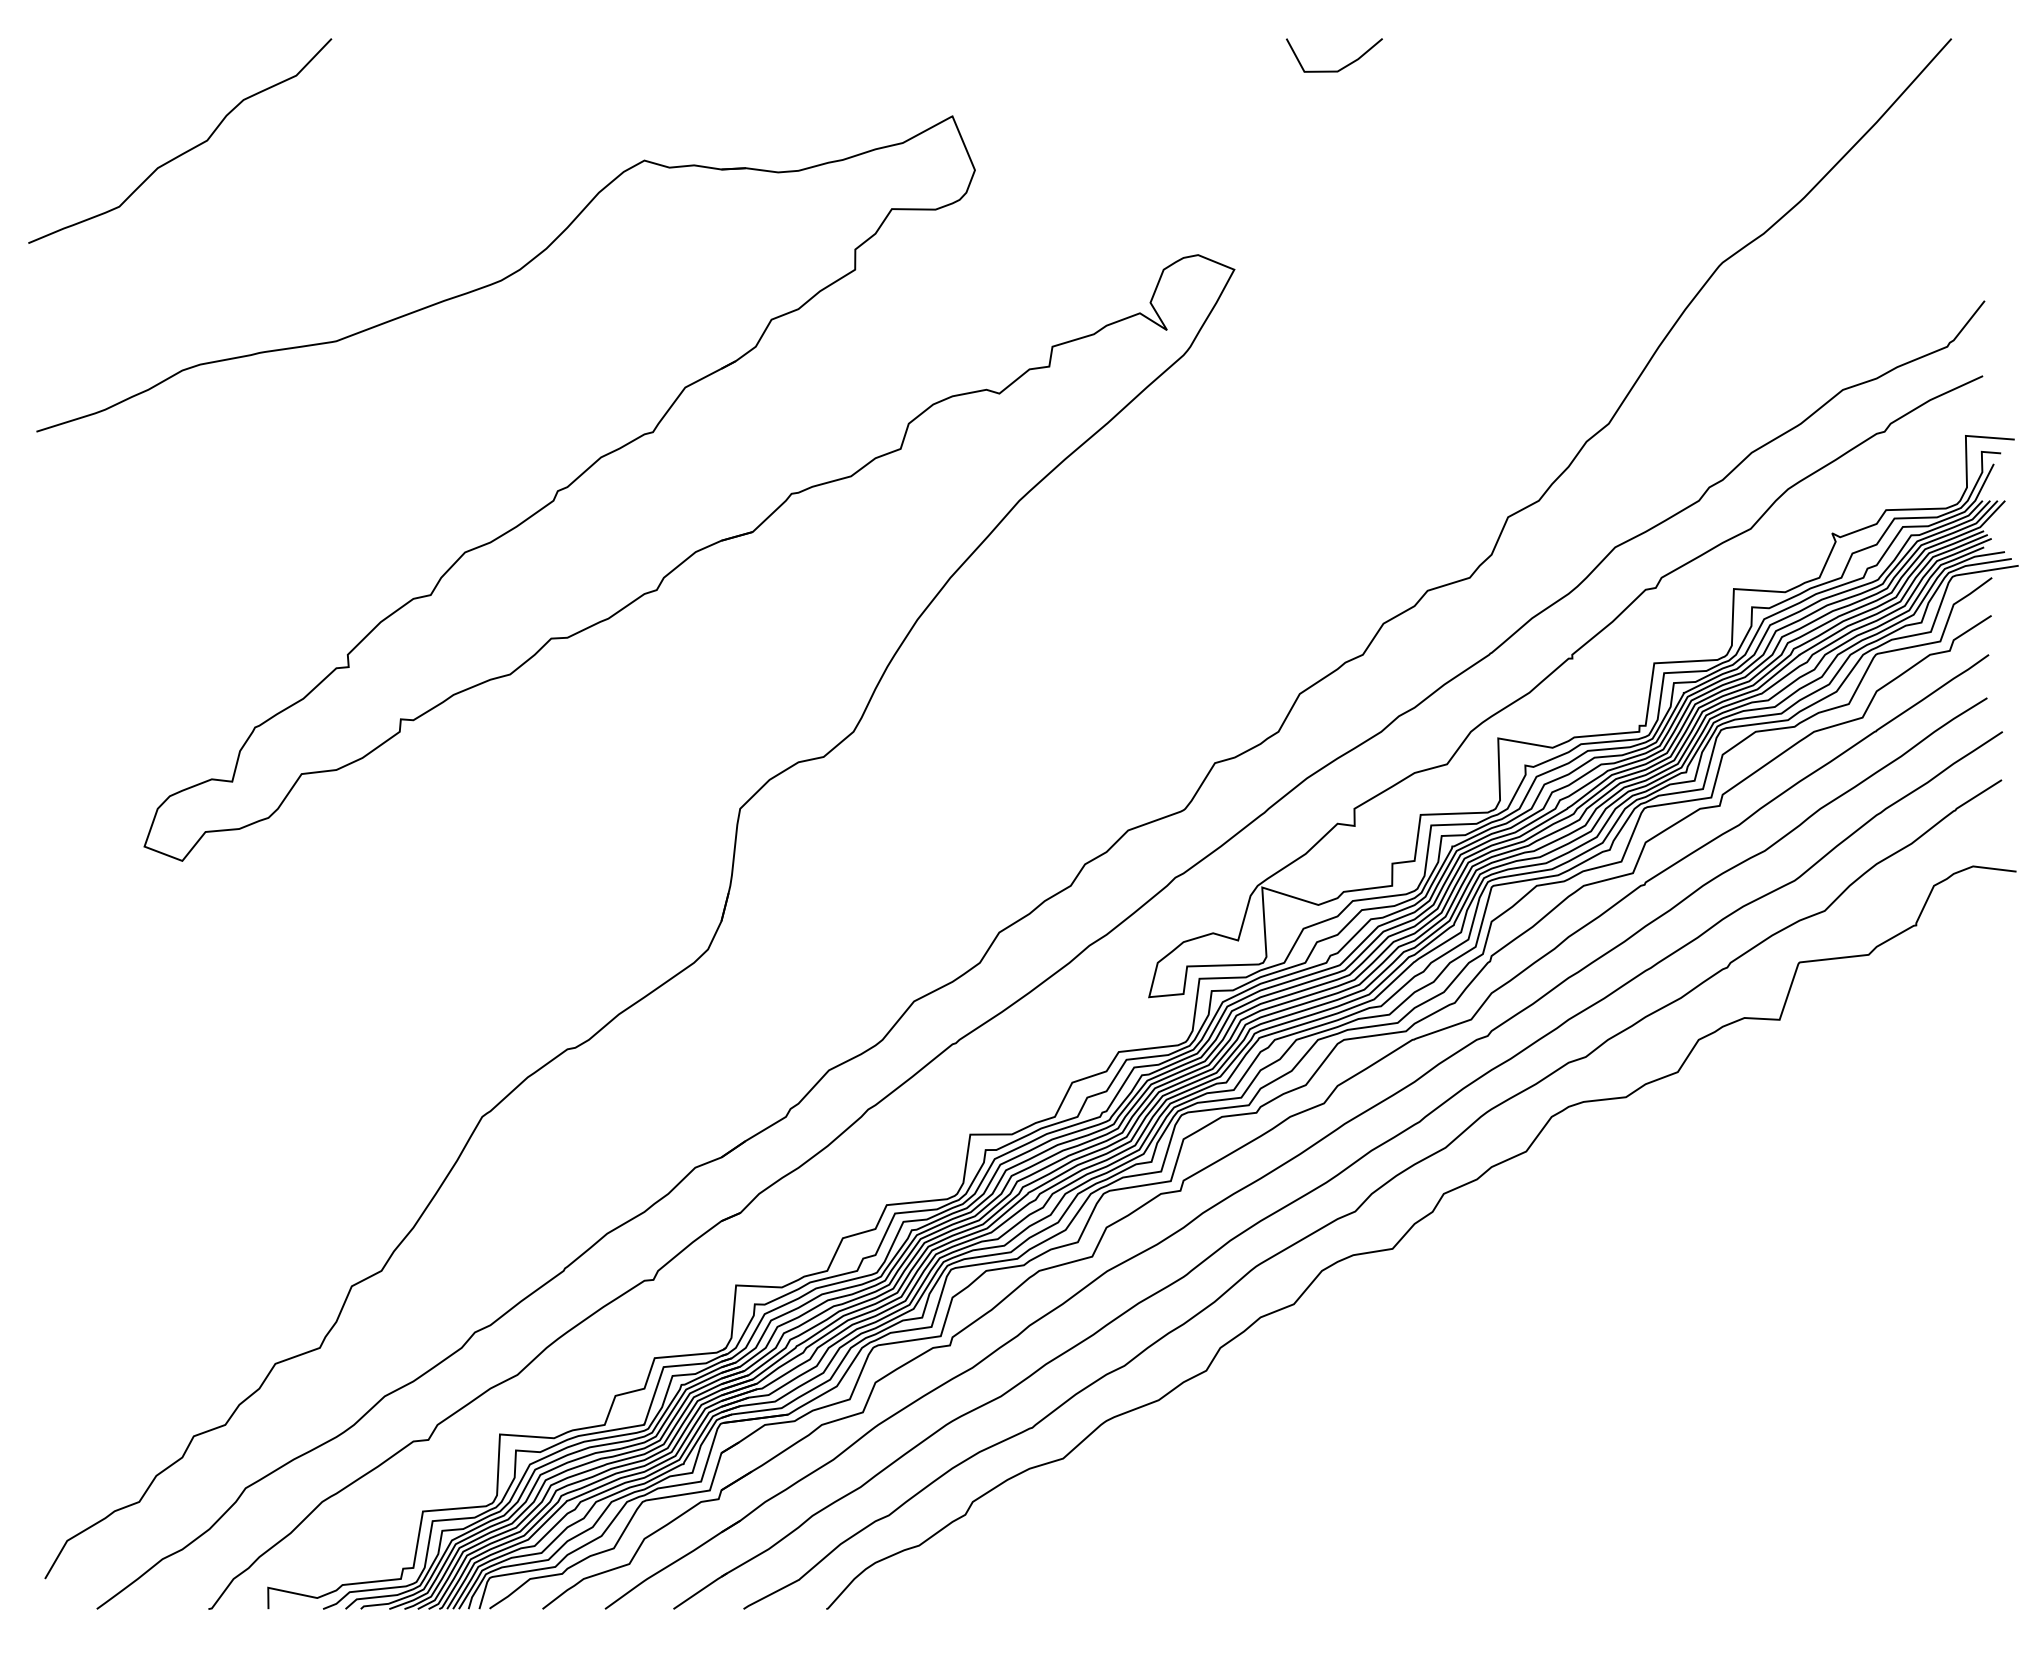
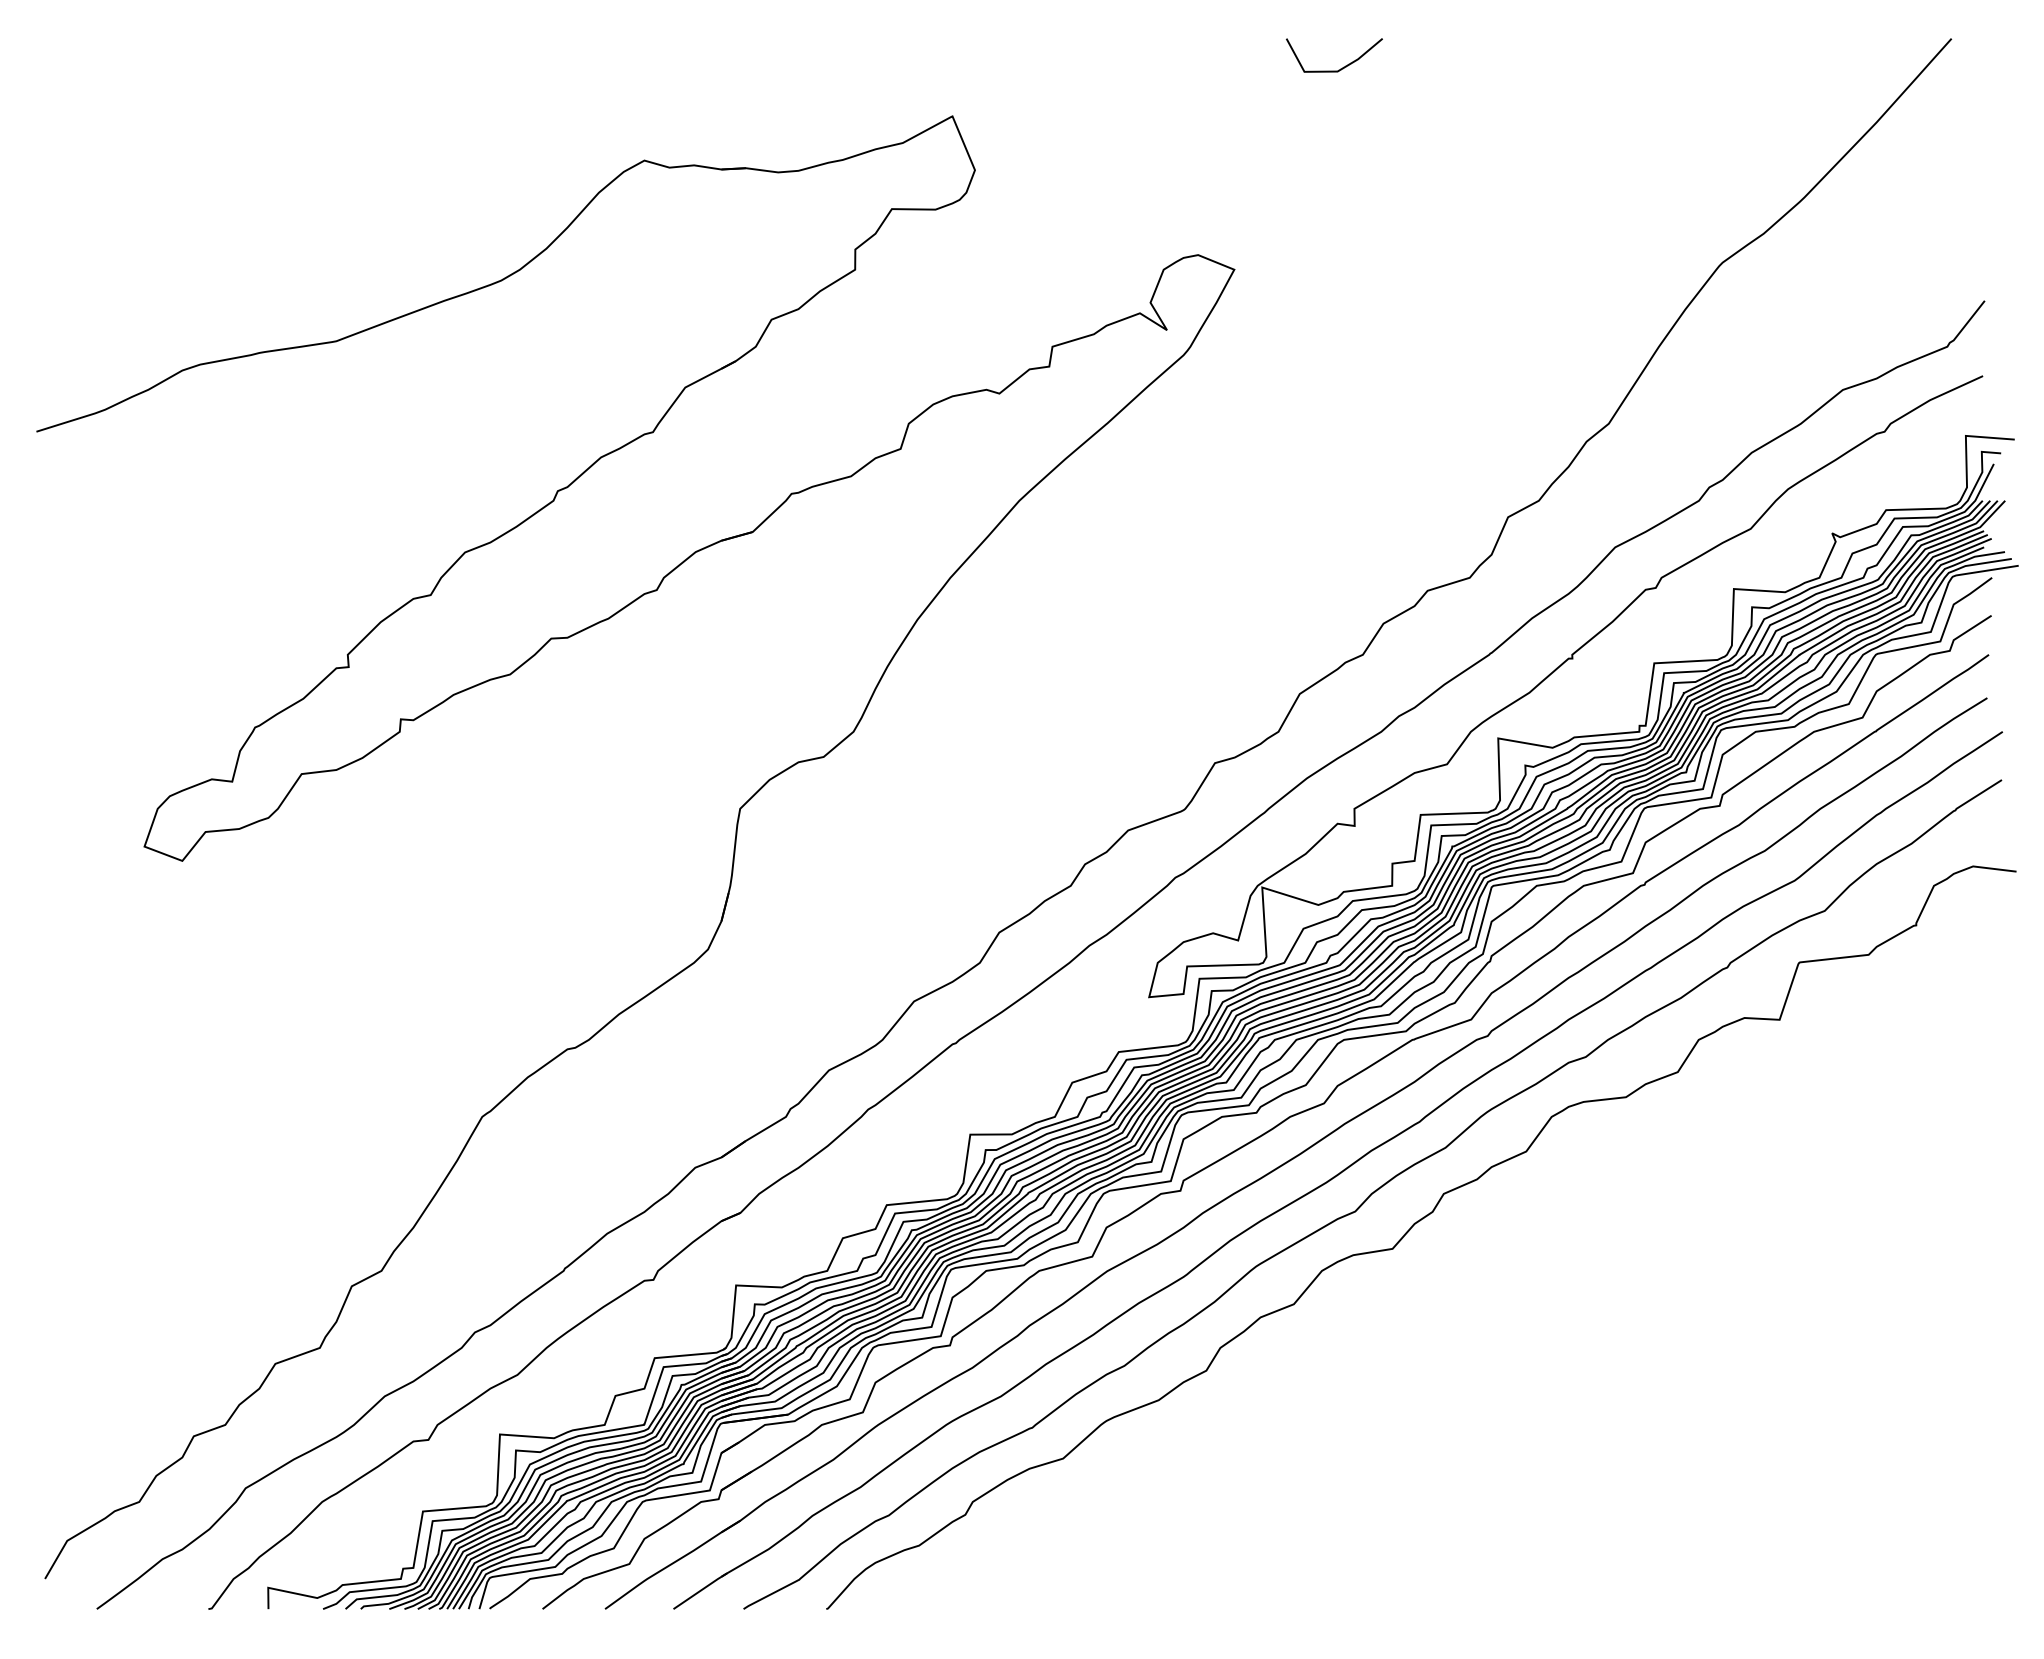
curve at (186, 150): present -> none
